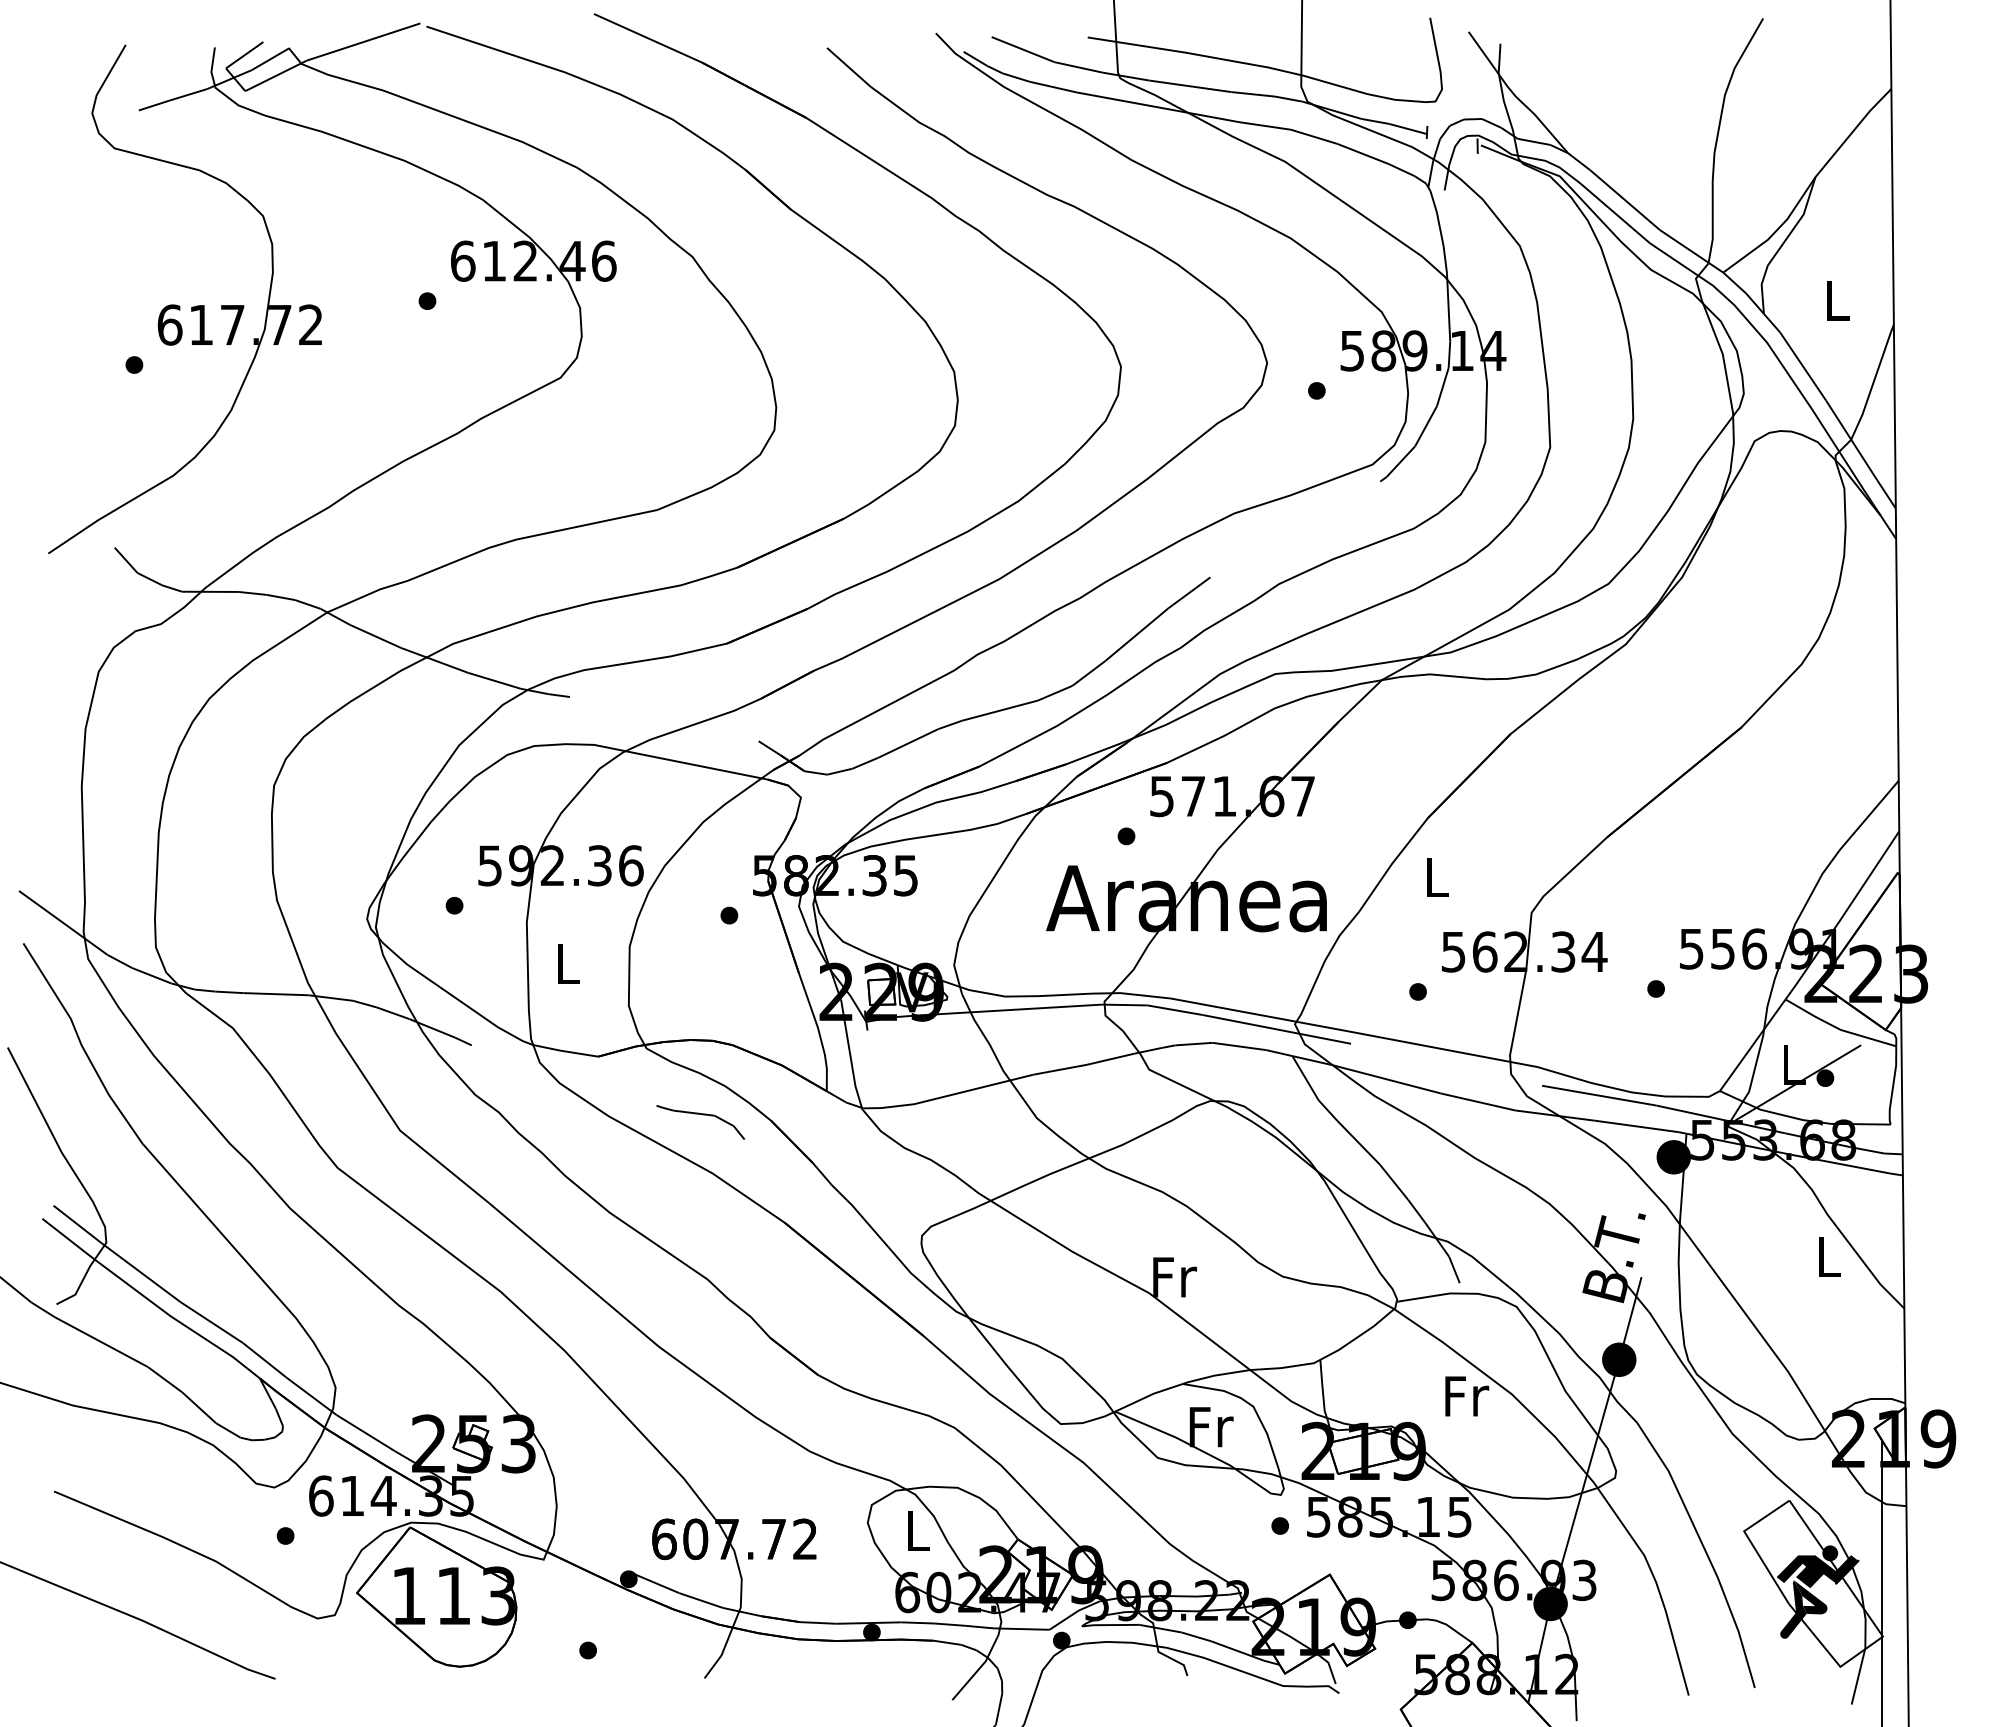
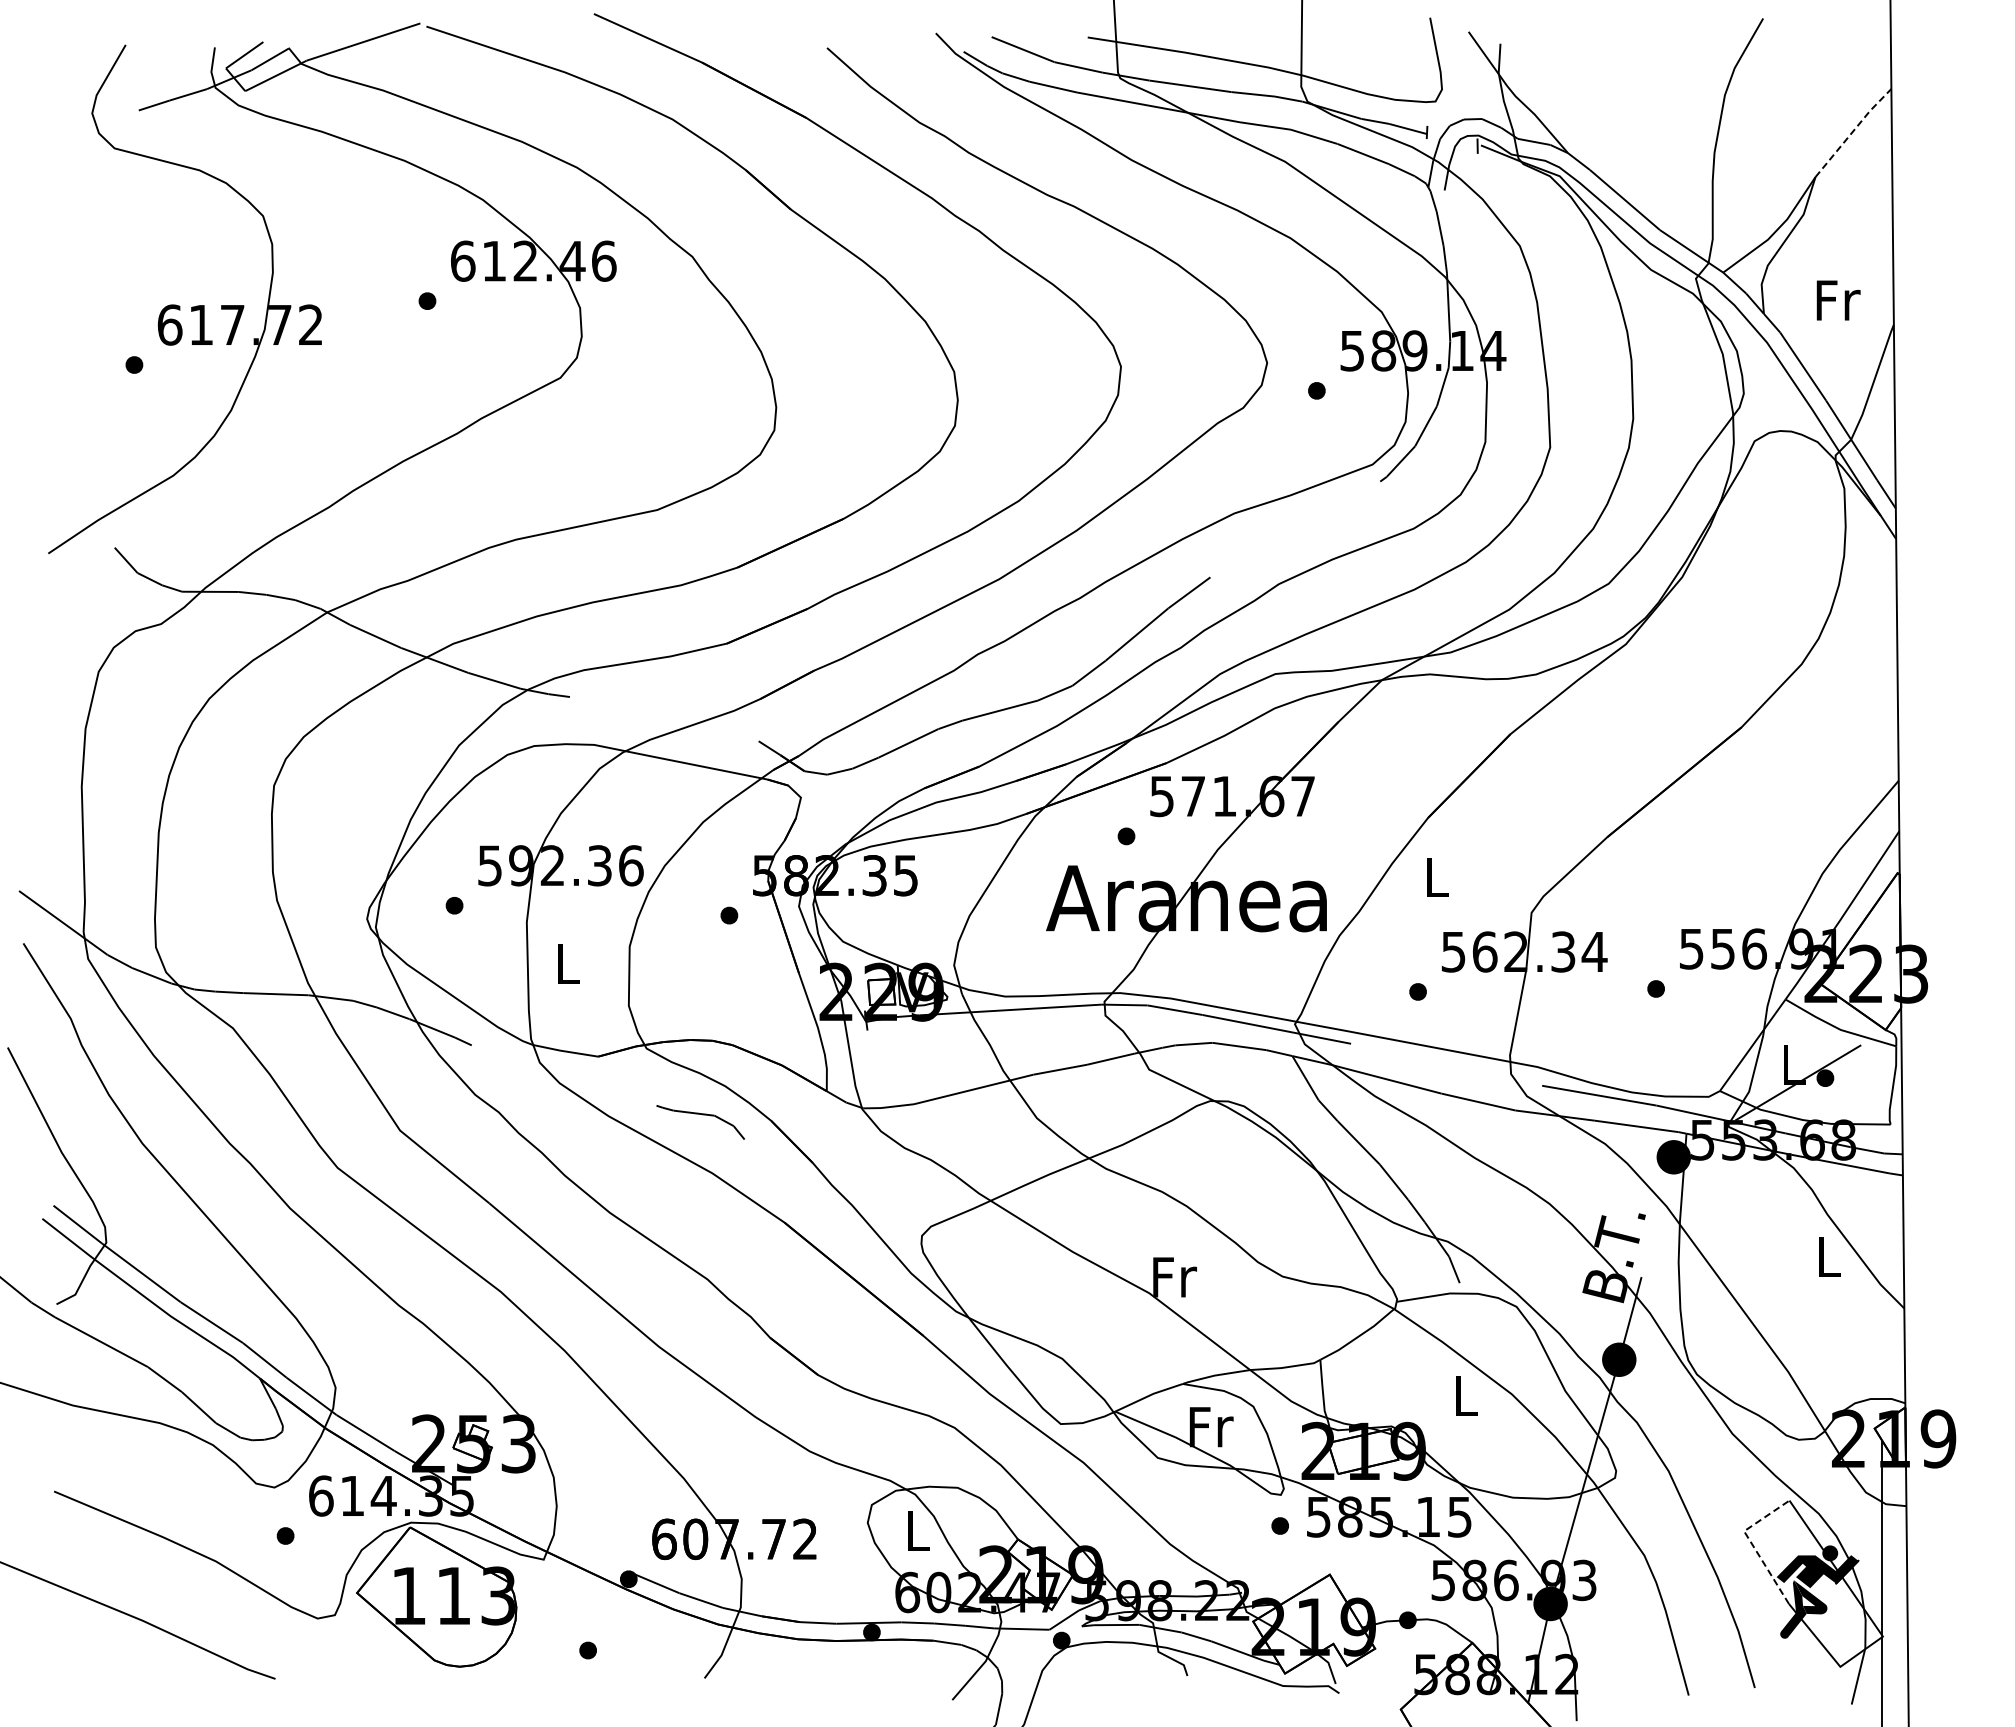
line at (1852, 131): solid -> dashed
text at (1838, 300): L -> Fr
text at (1467, 1396): Fr -> L
line at (1751, 1543): solid -> dashed
